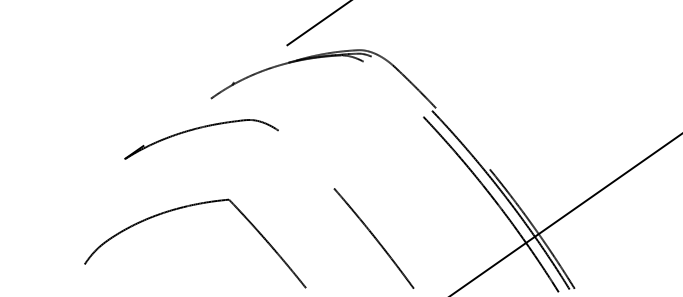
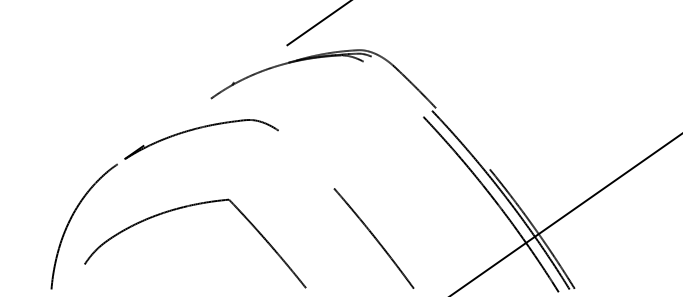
curve at (71, 219): none -> present
